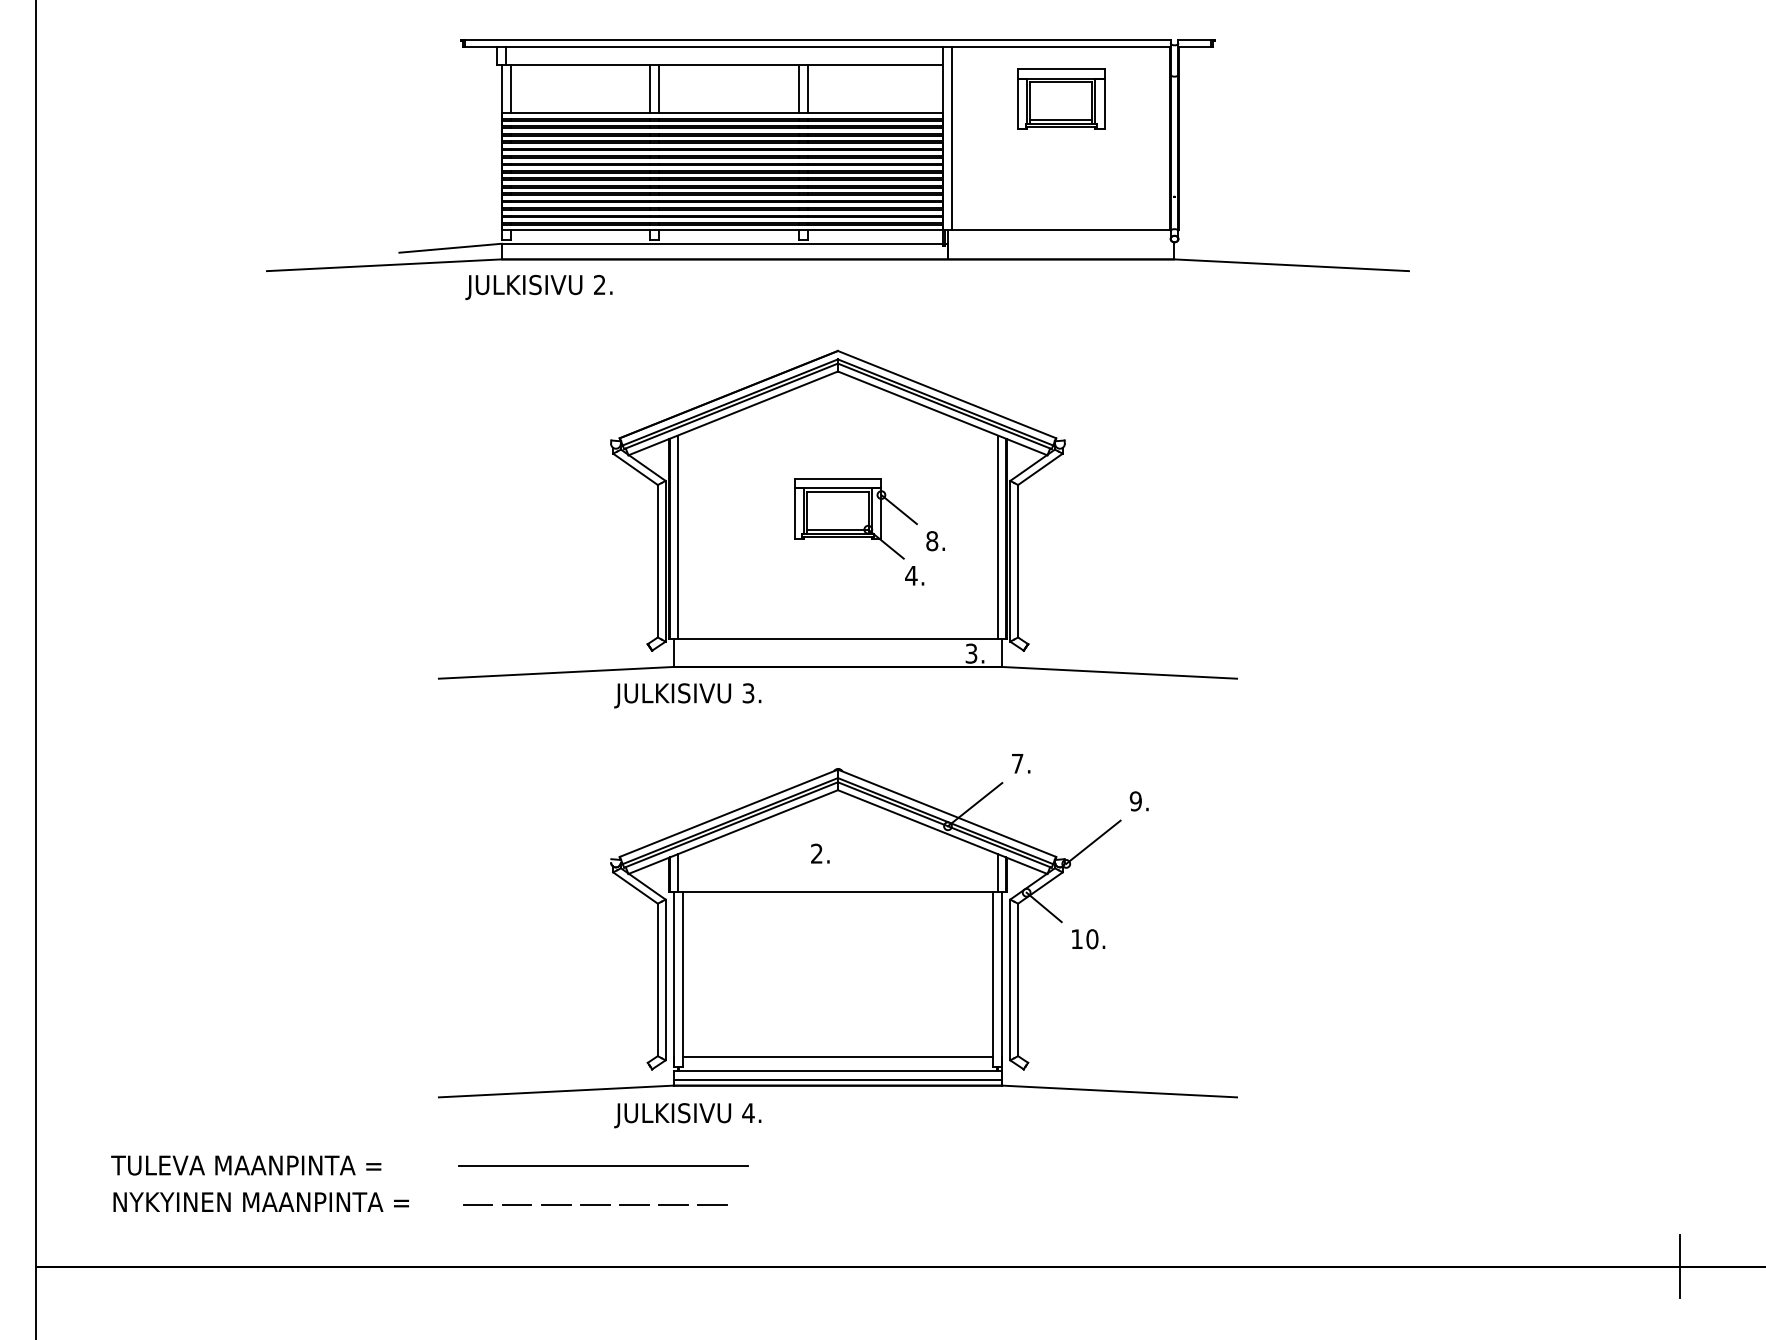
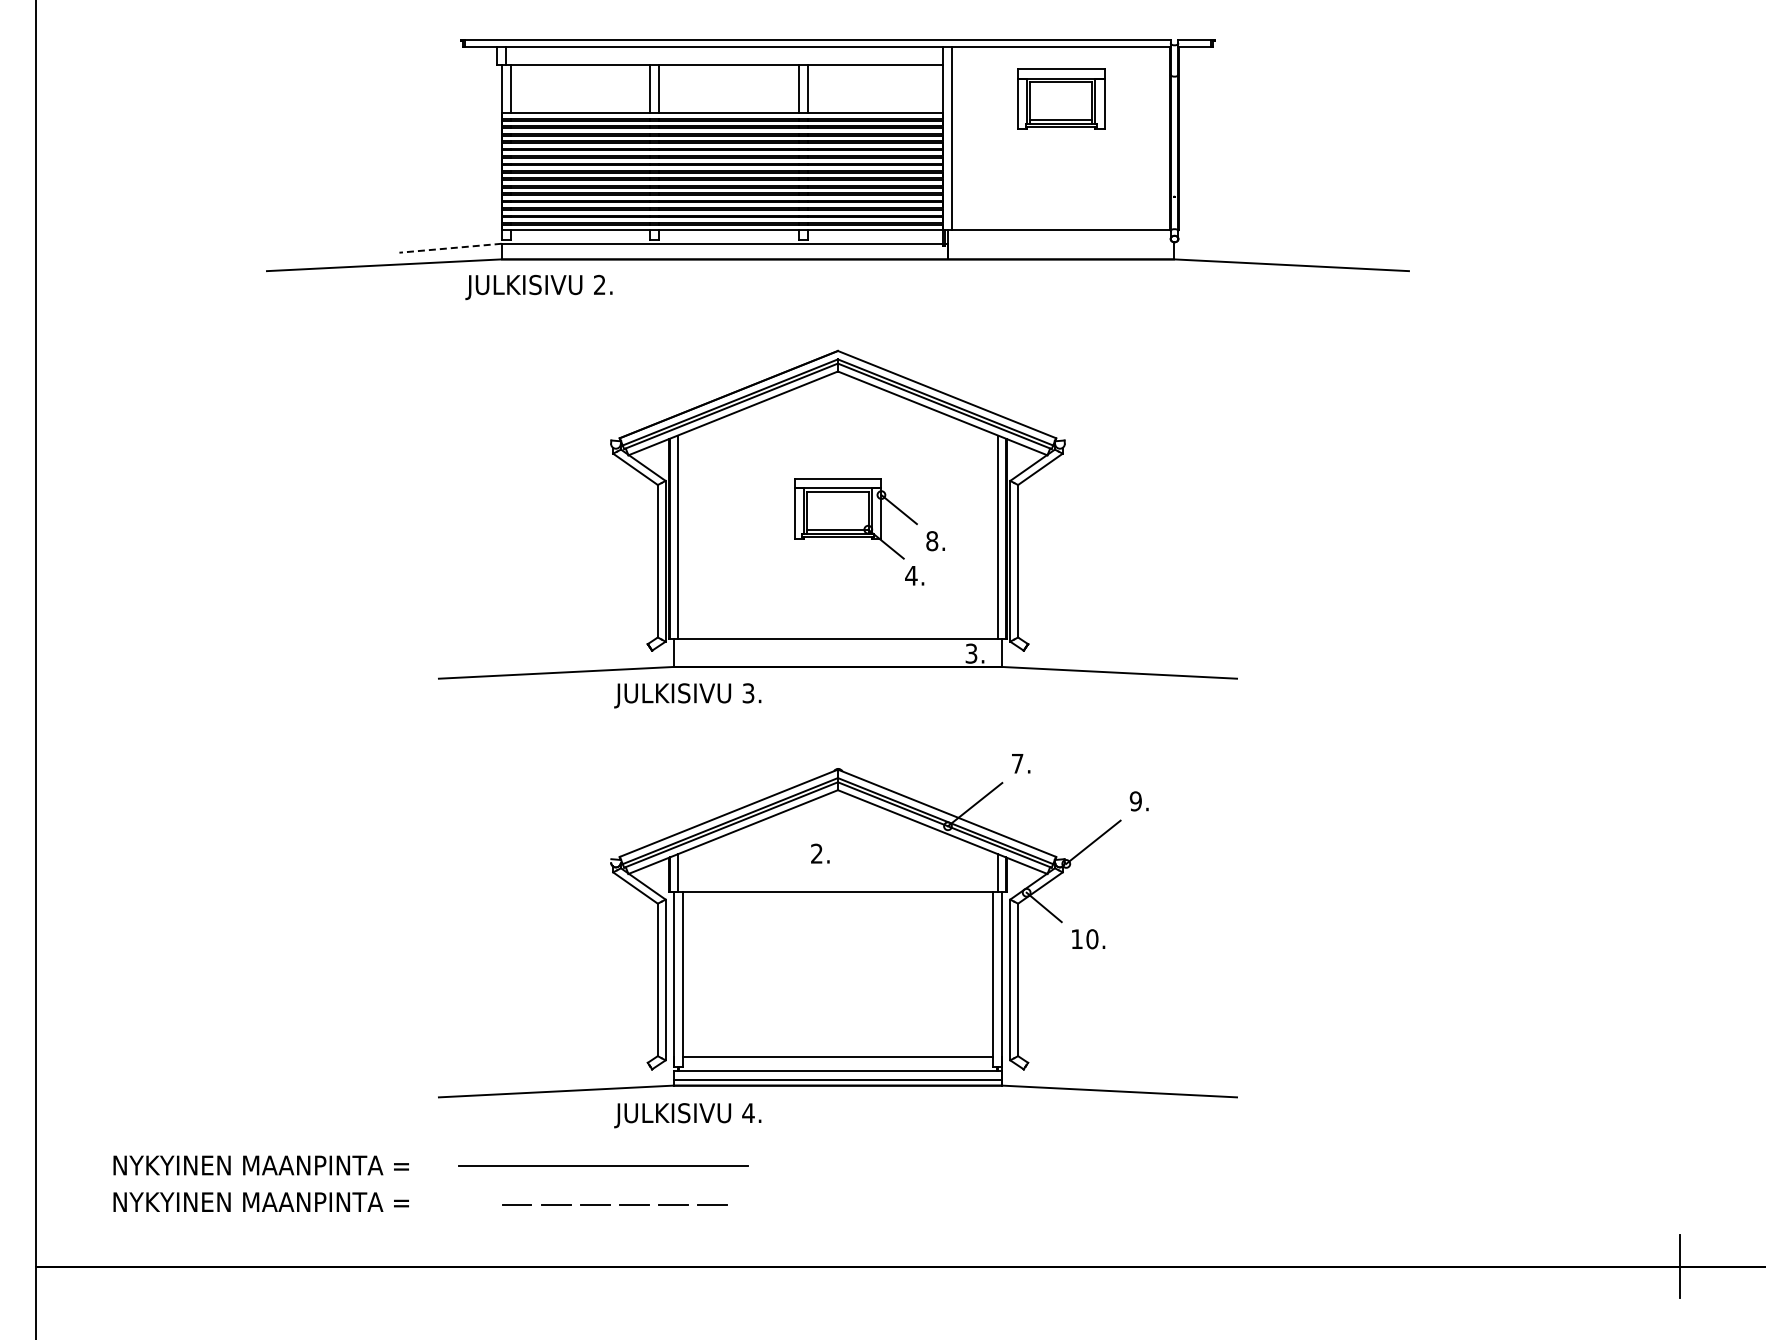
line at (450, 248): solid -> dashed
text at (259, 1165): TULEVA MAANPINTA = -> NYKYINEN MAANPINTA =
line at (477, 1205): present -> none
